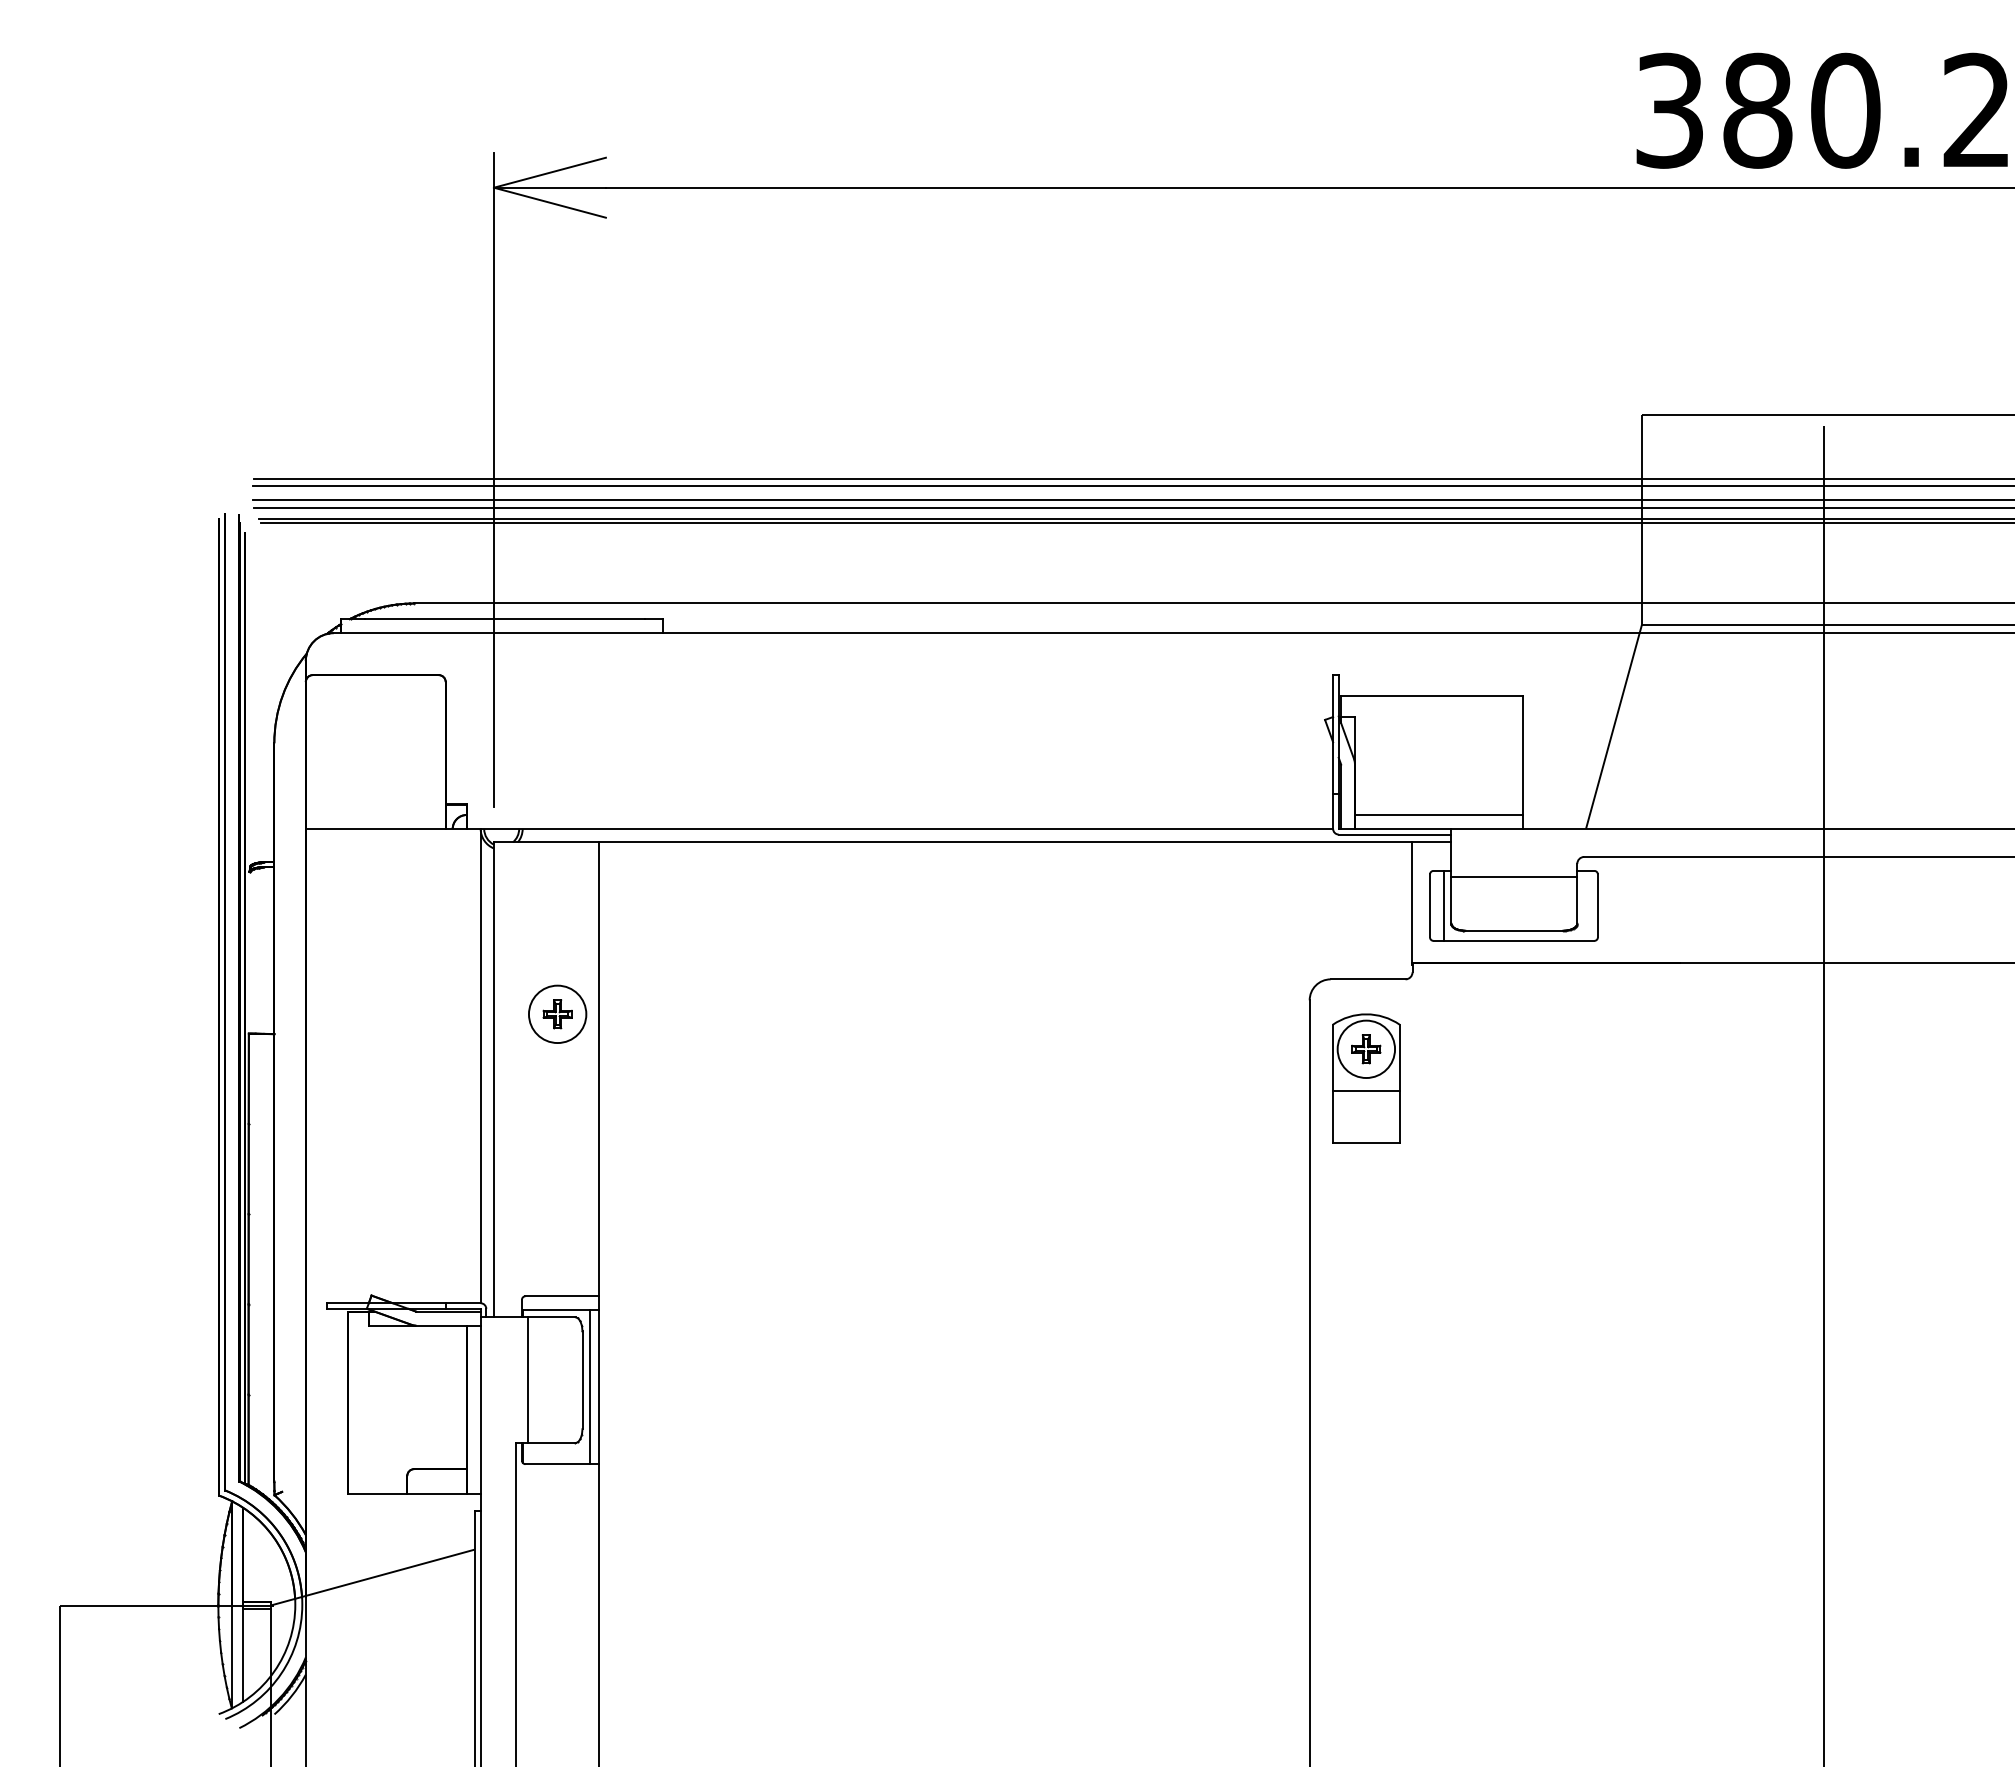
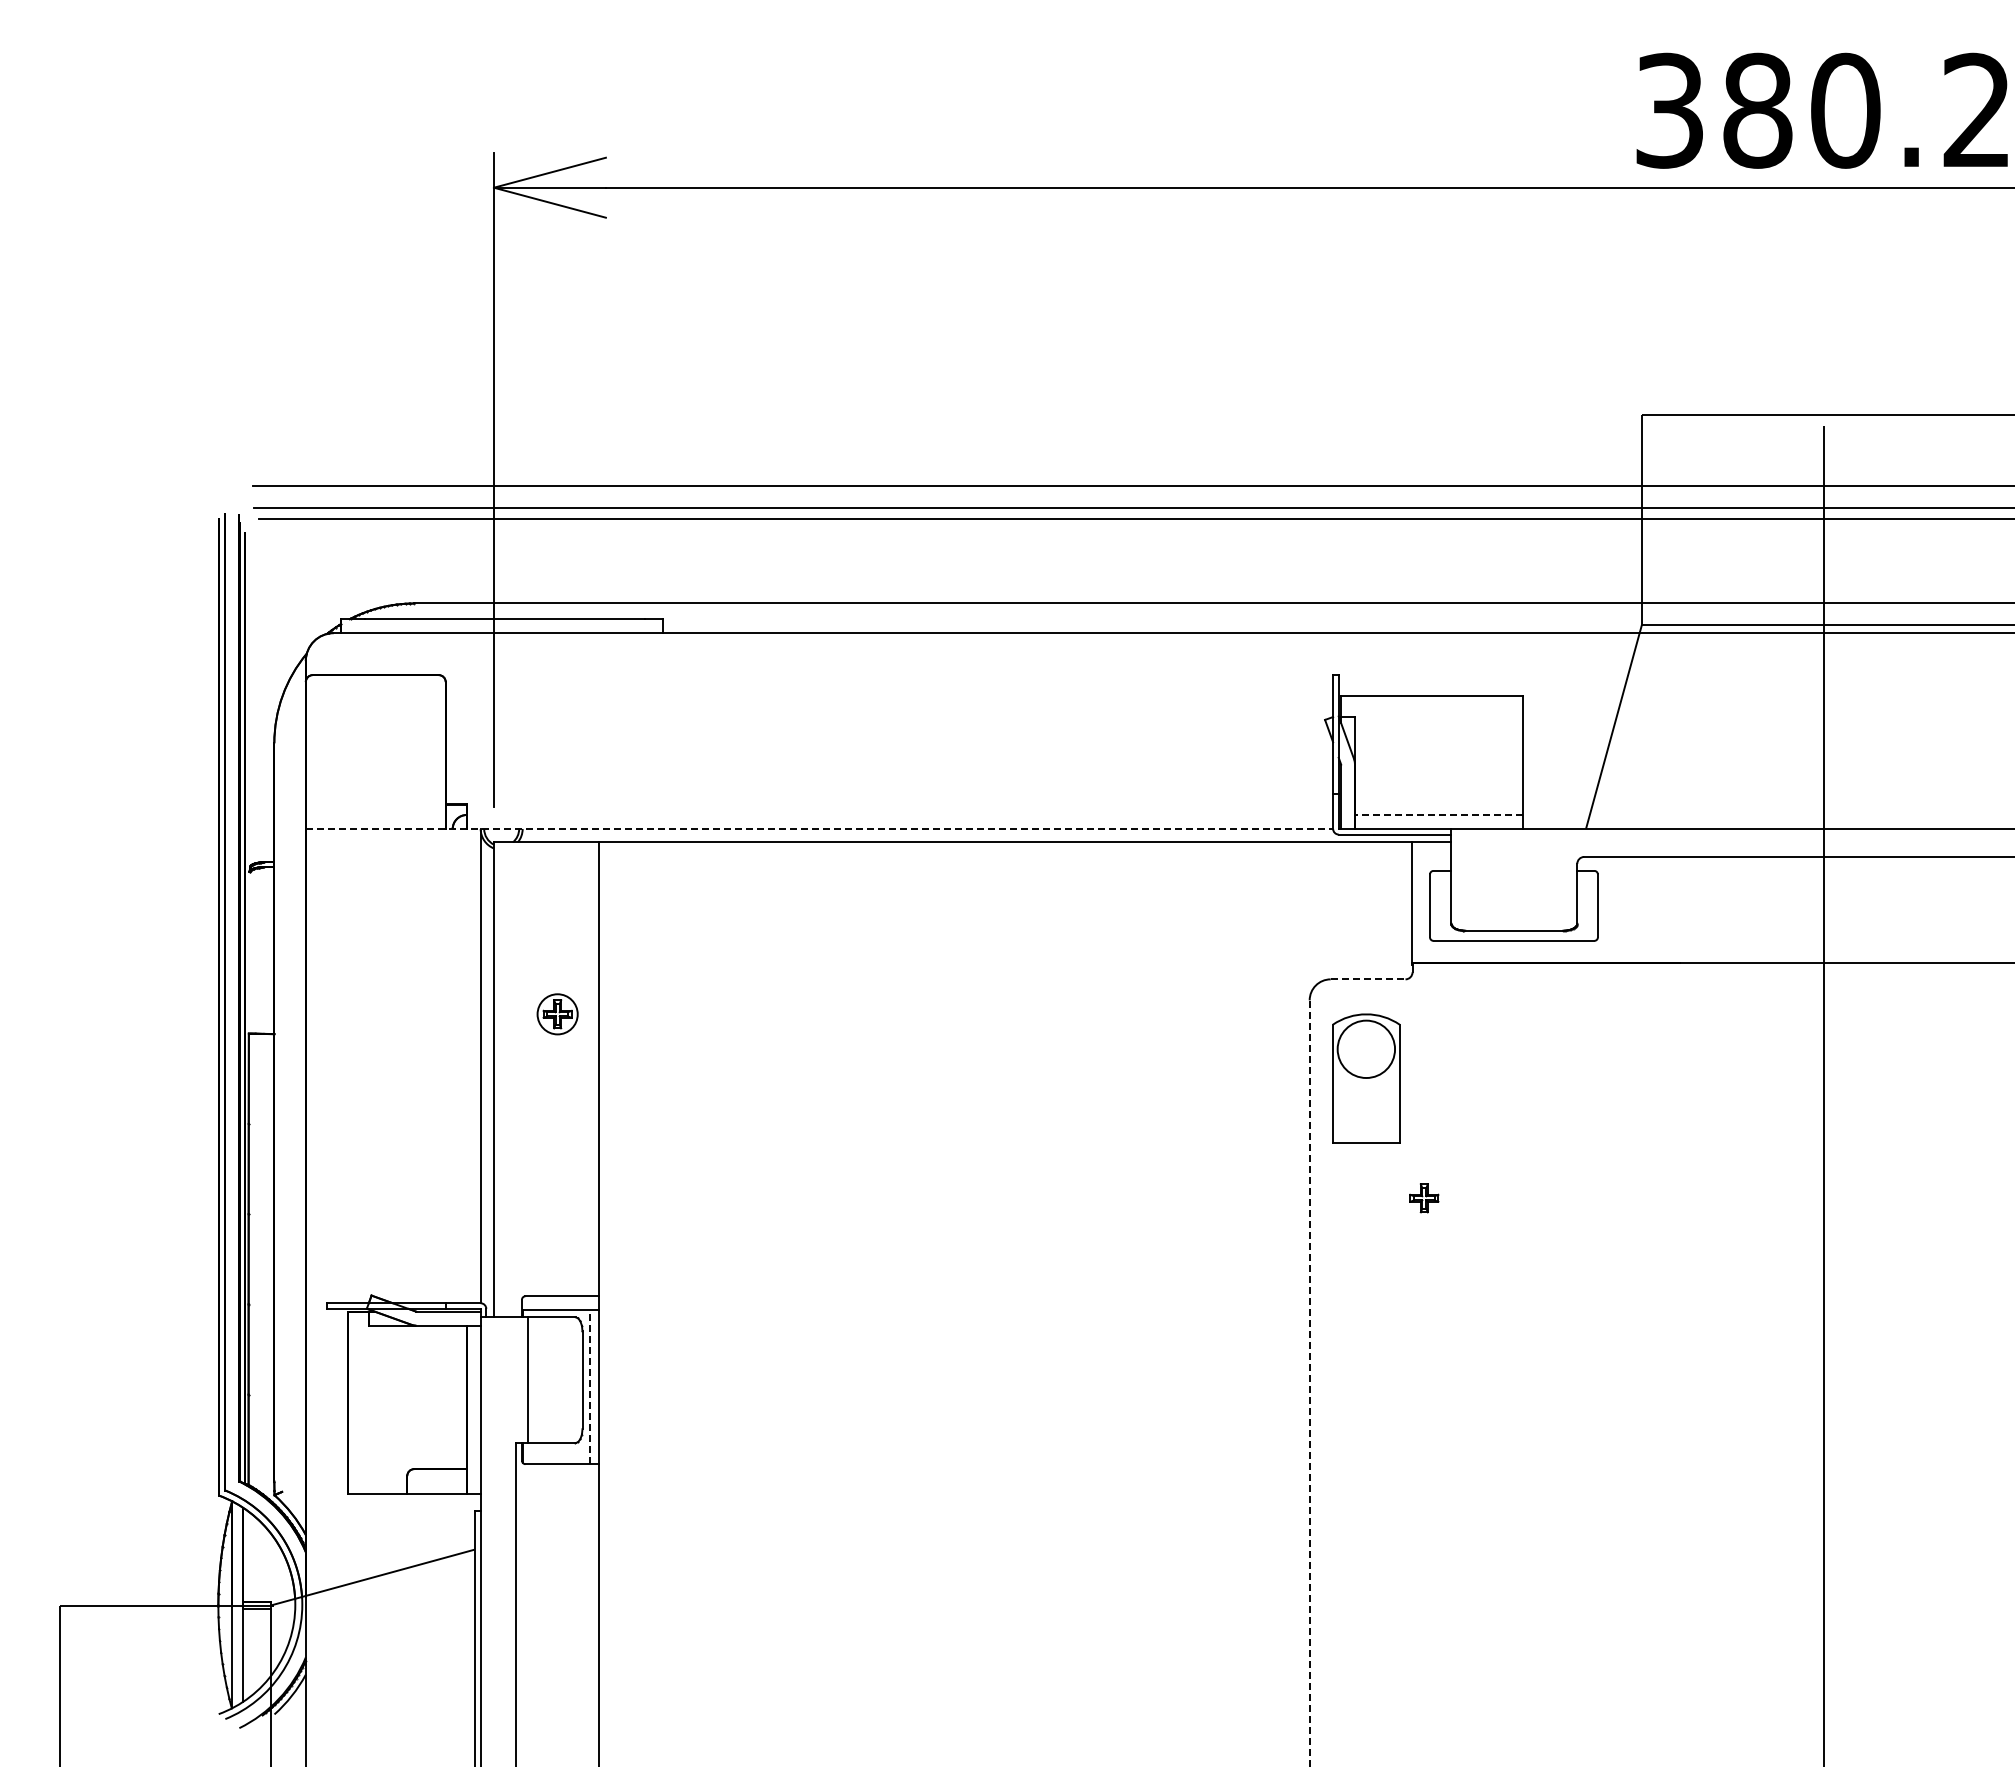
line at (1132, 479): present -> none
line at (1132, 500): present -> none
line at (1136, 522): present -> none
line at (1439, 814): solid -> dashed
line at (819, 828): solid -> dashed
line at (1514, 876): present -> none
line at (1444, 905): present -> none
line at (1368, 979): solid -> dashed
circle at (557, 1014) diameter: 57 px -> 40 px
part at (1366, 1049) position: (1366, 1049) -> (1424, 1198)
line at (1365, 1091): present -> none
line at (1309, 1383): solid -> dashed
line at (589, 1387): solid -> dashed
